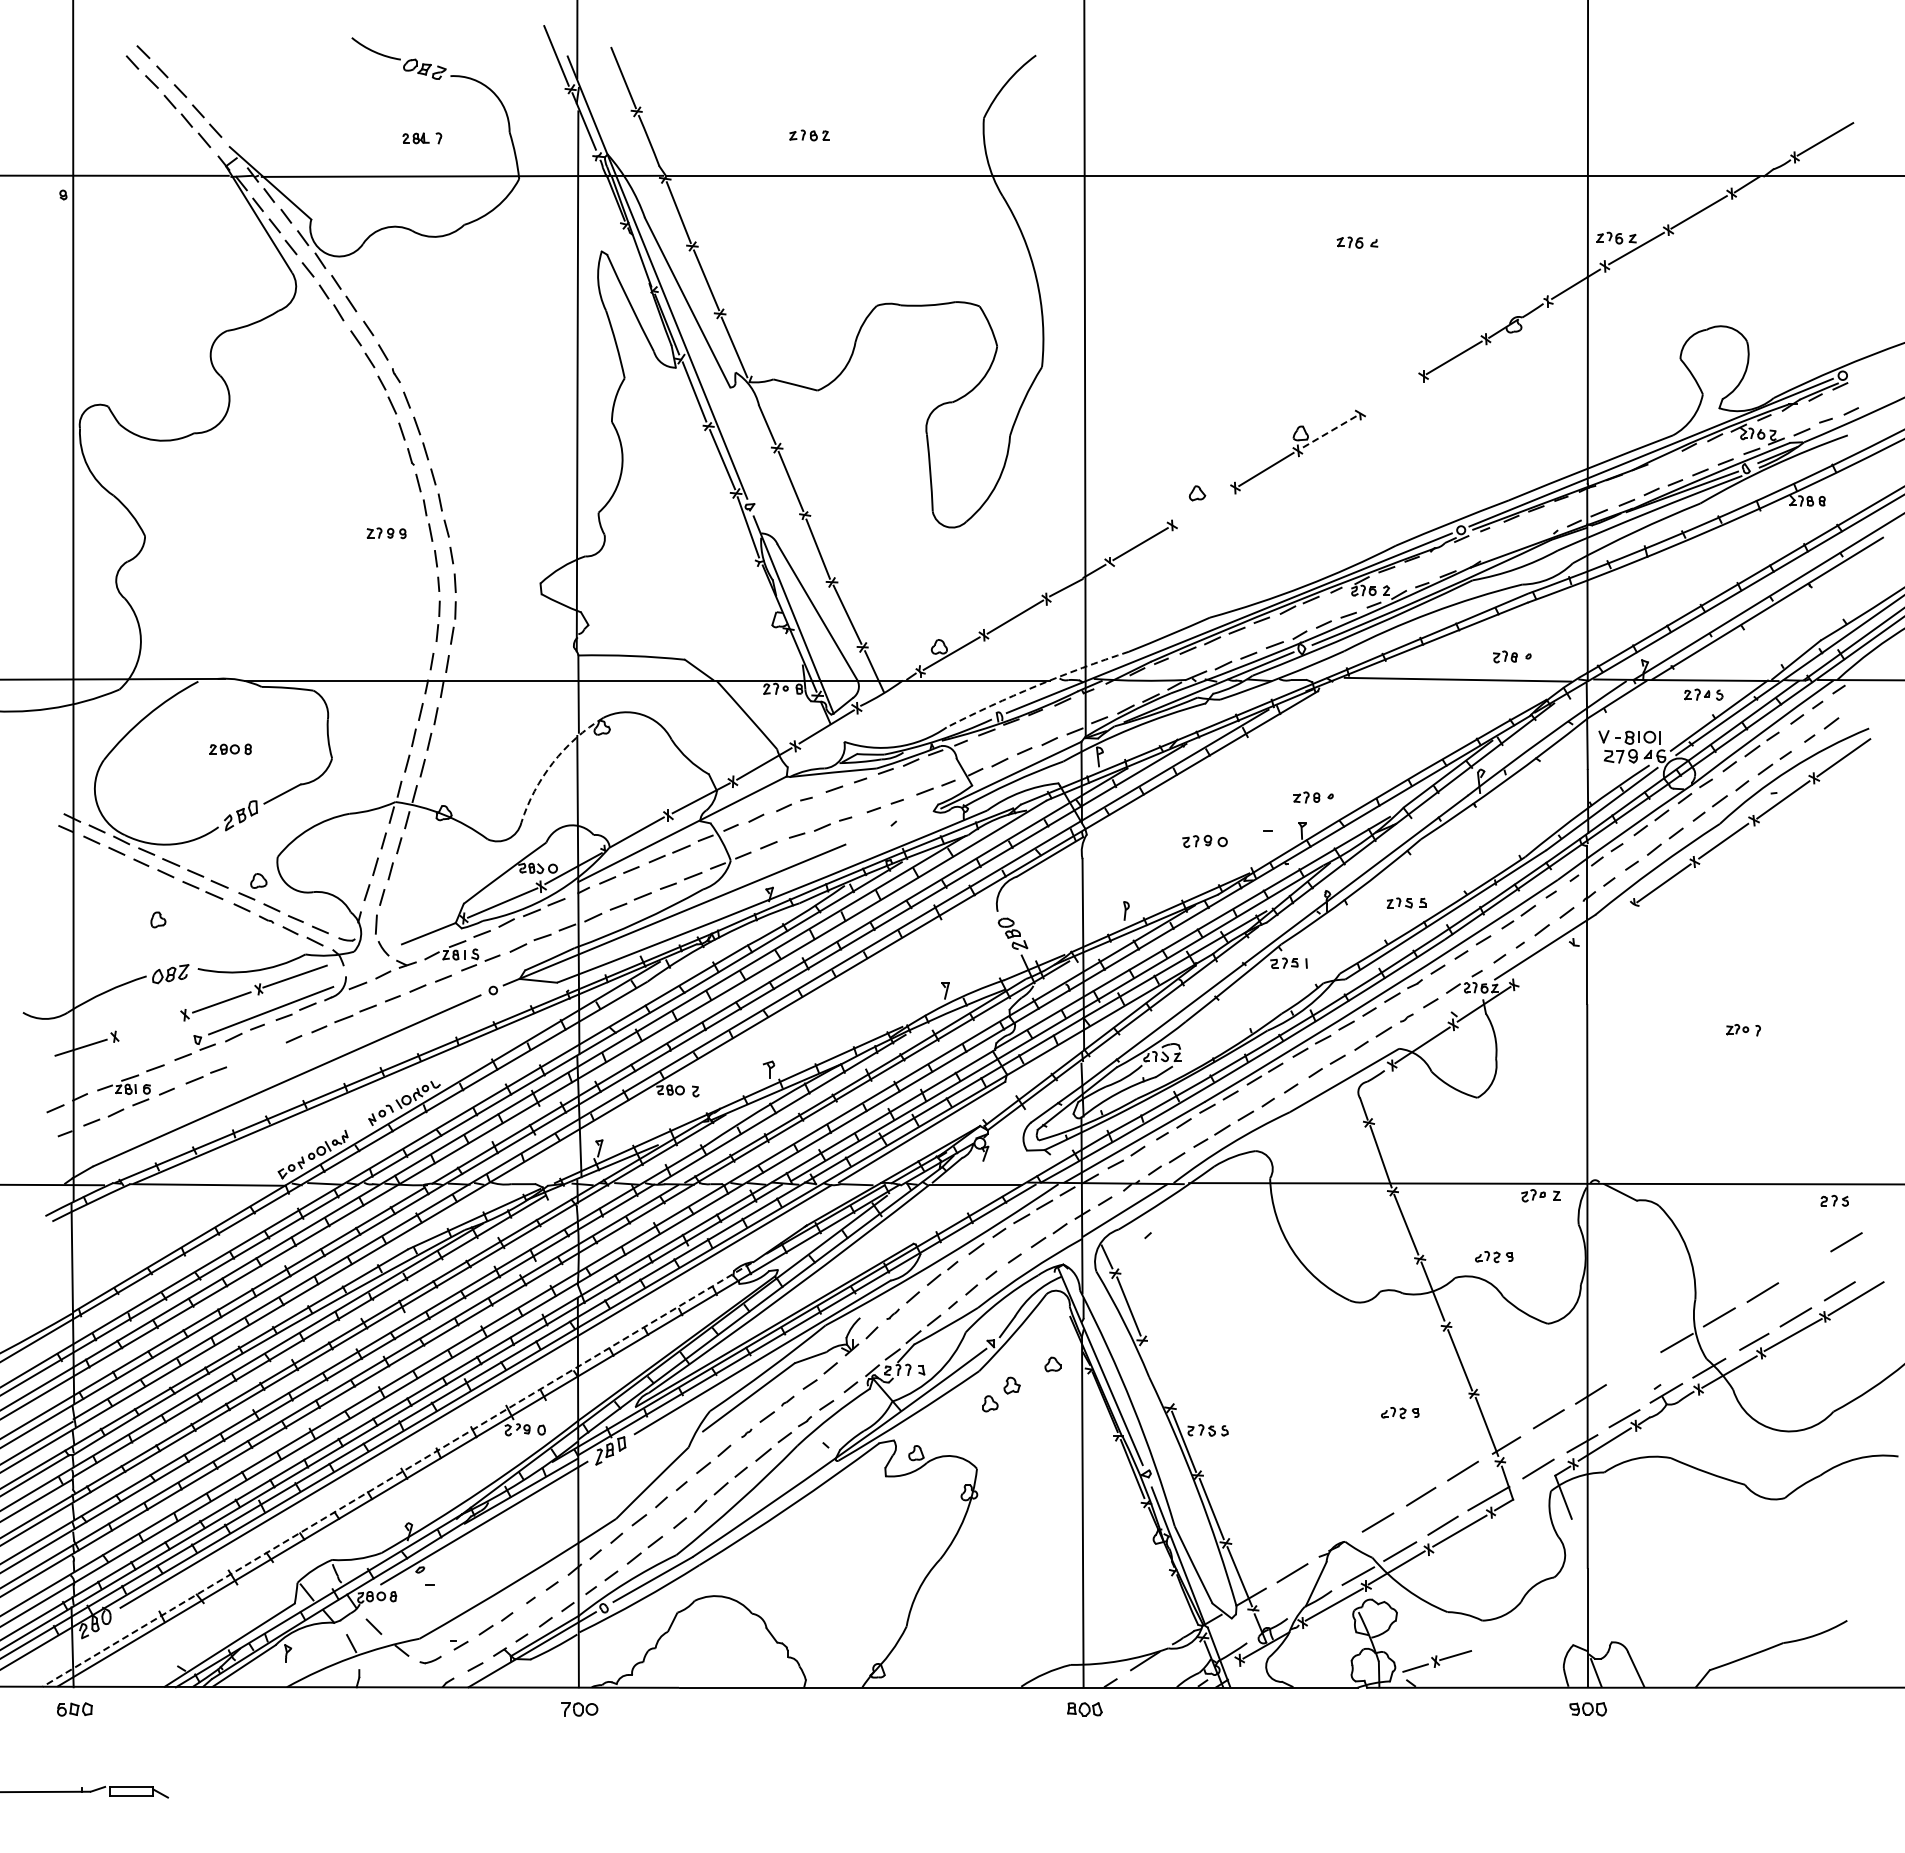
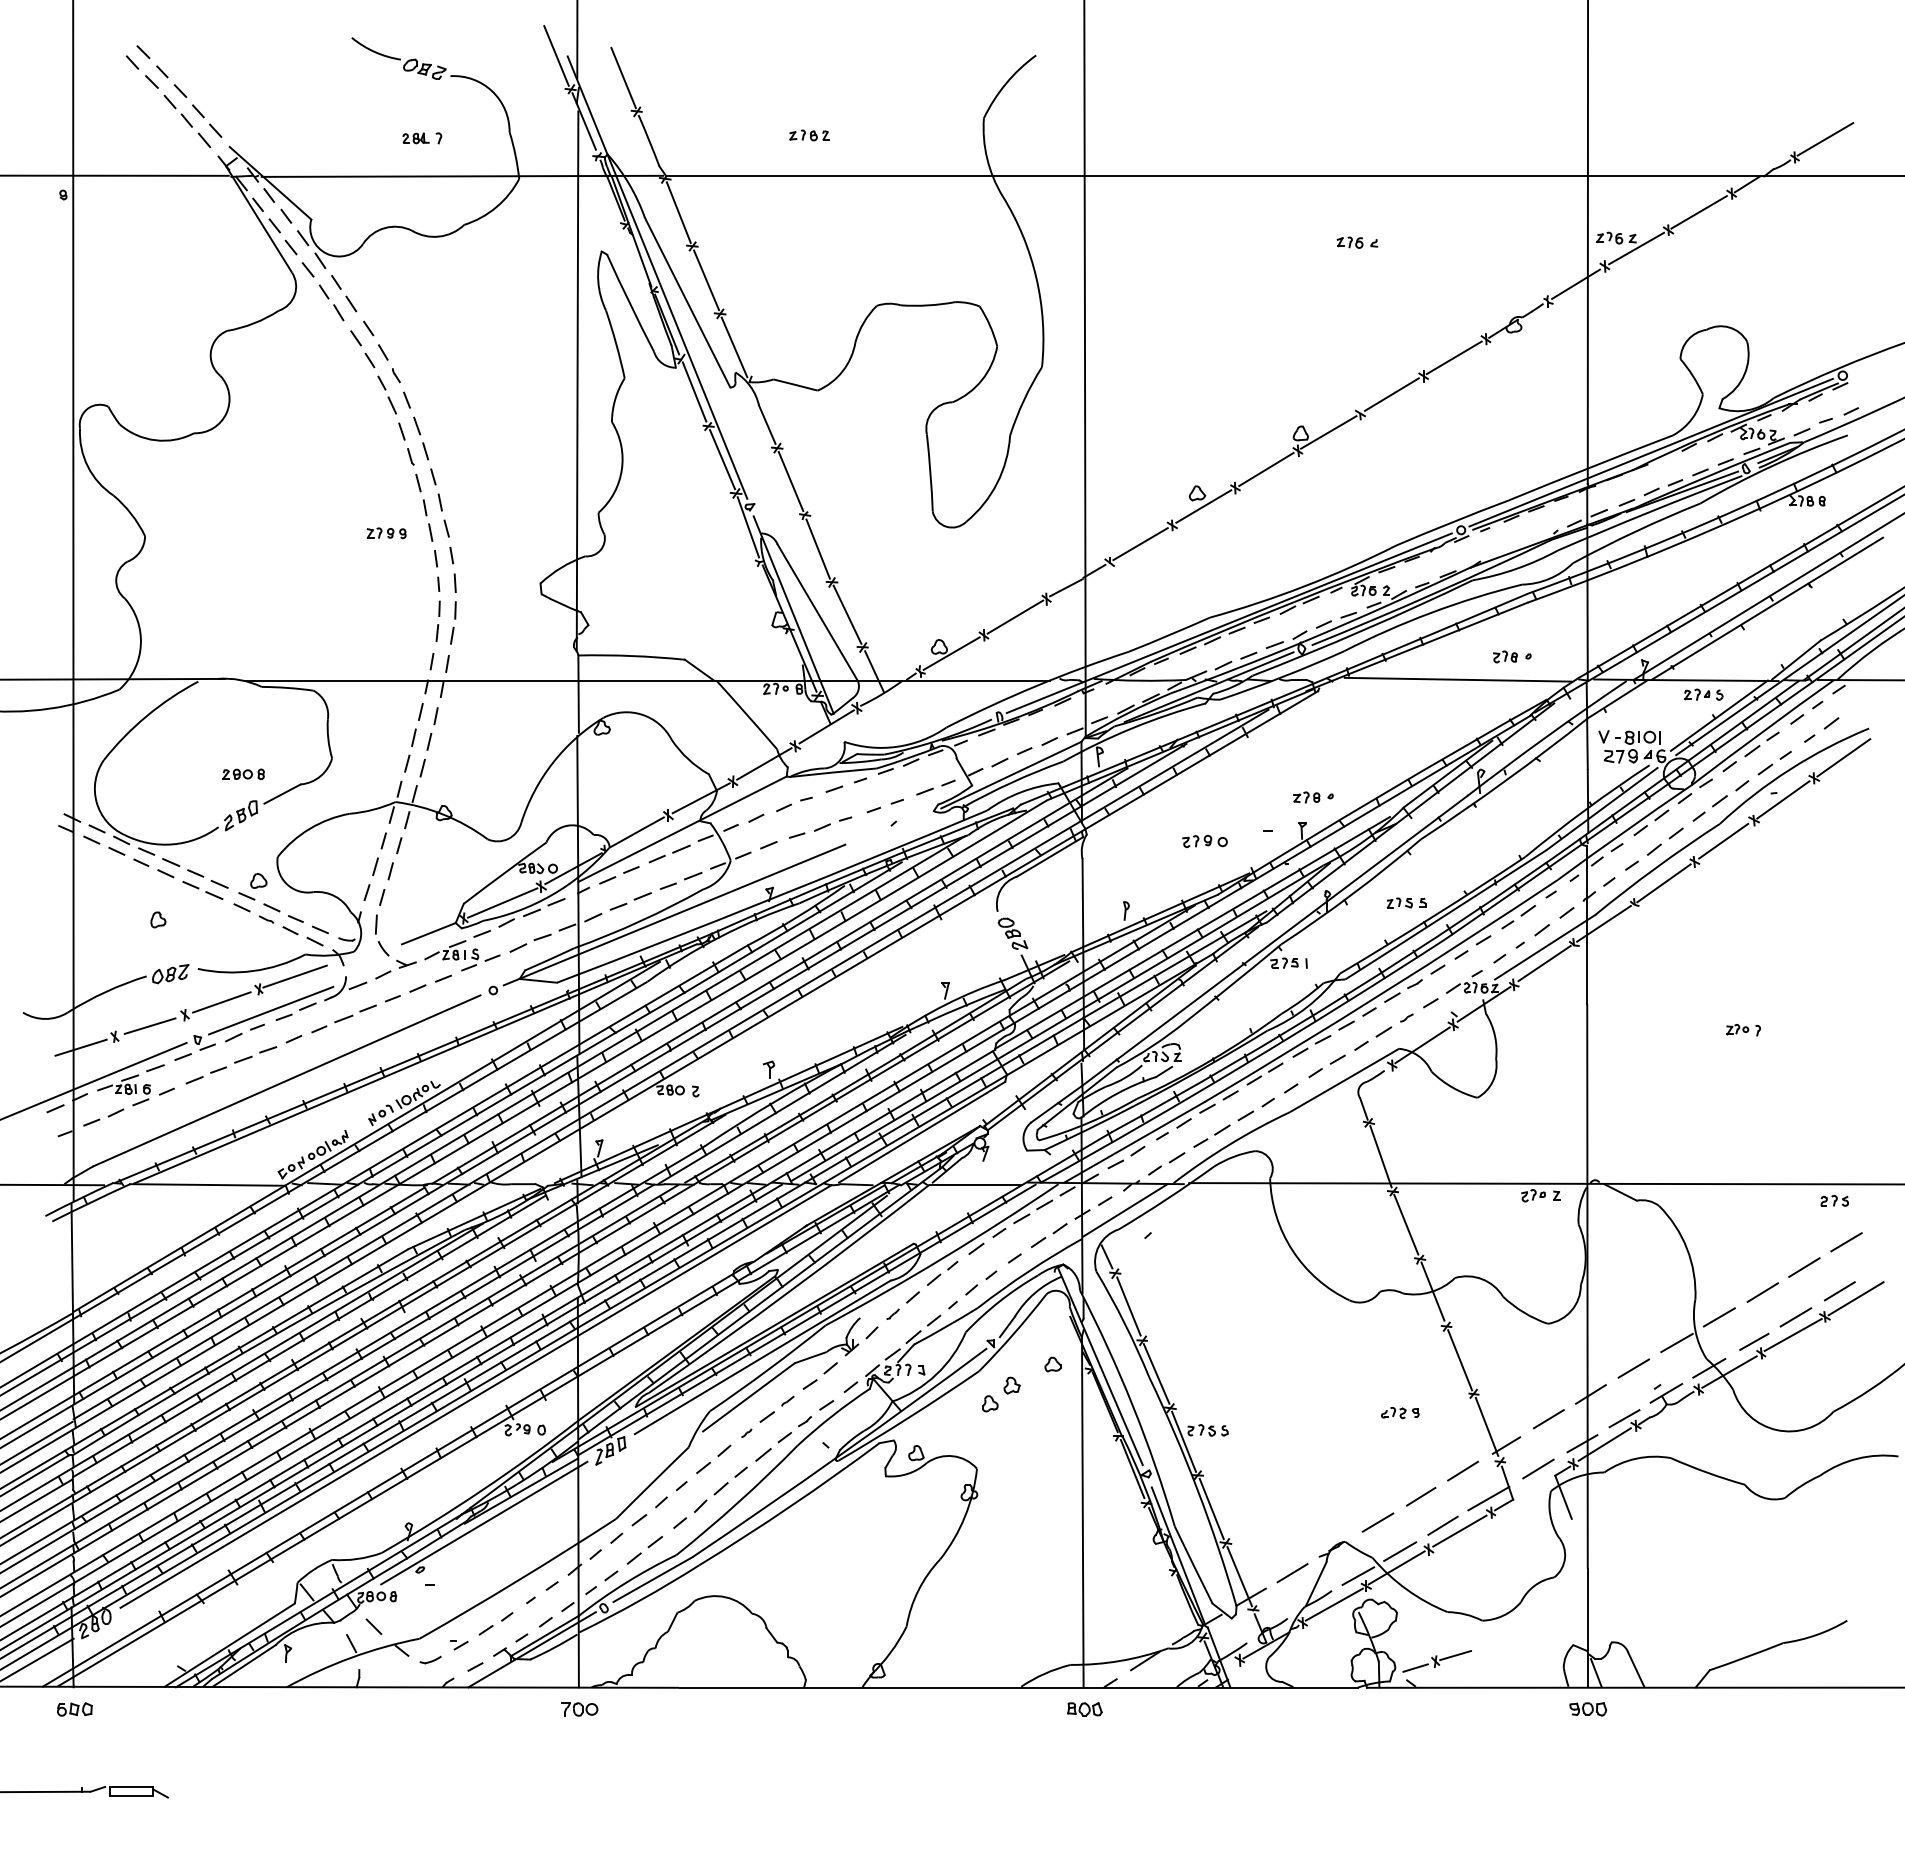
line at (1391, 394): none -> present
line at (1328, 432): dashed -> solid
line at (1203, 506): none -> present
arc at (1036, 686): dashed -> solid
part at (230, 749) position: (230, 749) -> (243, 774)
arc at (552, 762): dashed -> solid
line at (1603, 923): none -> present
line at (1544, 963): none -> present
line at (149, 1025): none -> present
part at (255, 1054): none -> present
line at (94, 1080): none -> present
part at (1494, 1257): present -> none
line at (1804, 1267): none -> present
line at (1633, 1368): none -> present
line at (1156, 1373): none -> present
line at (397, 1474): dashed -> solid
line at (37, 1659): none -> present
